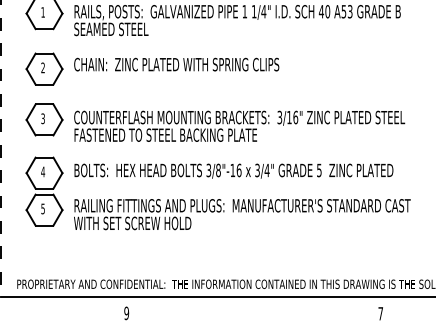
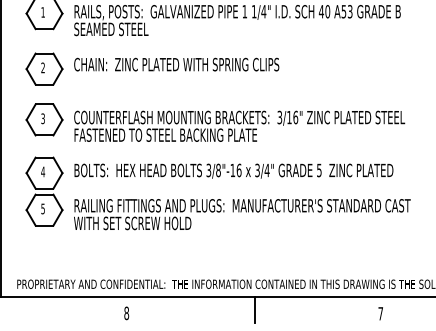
line at (1, 149): dashed -> solid
line at (255, 309): none -> present
text at (126, 313): 9 -> 8
